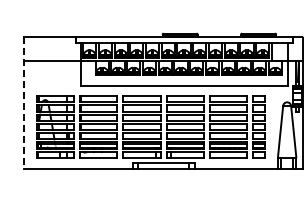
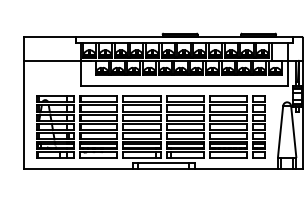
line at (24, 103): dashed -> solid
